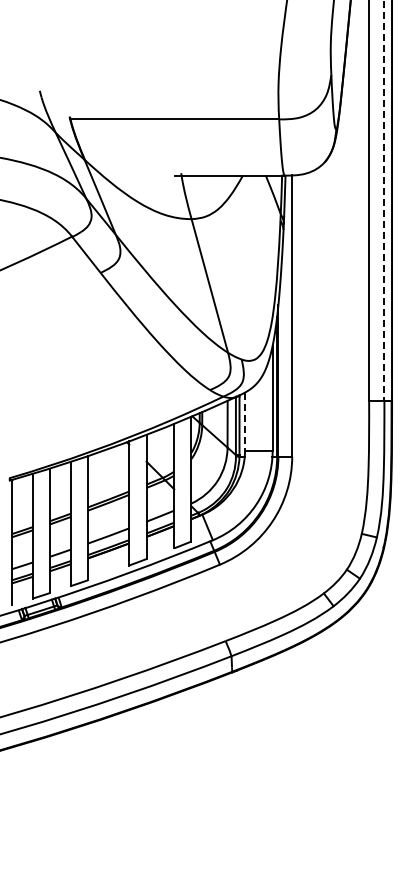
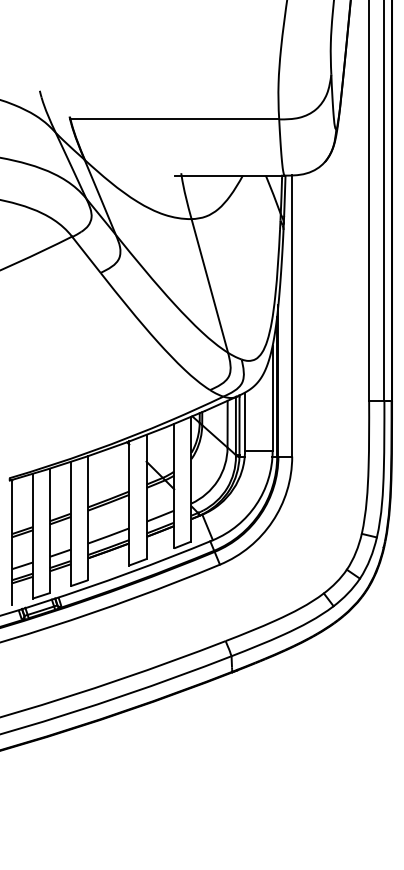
line at (384, 201): dashed -> solid
line at (245, 422): dashed -> solid
